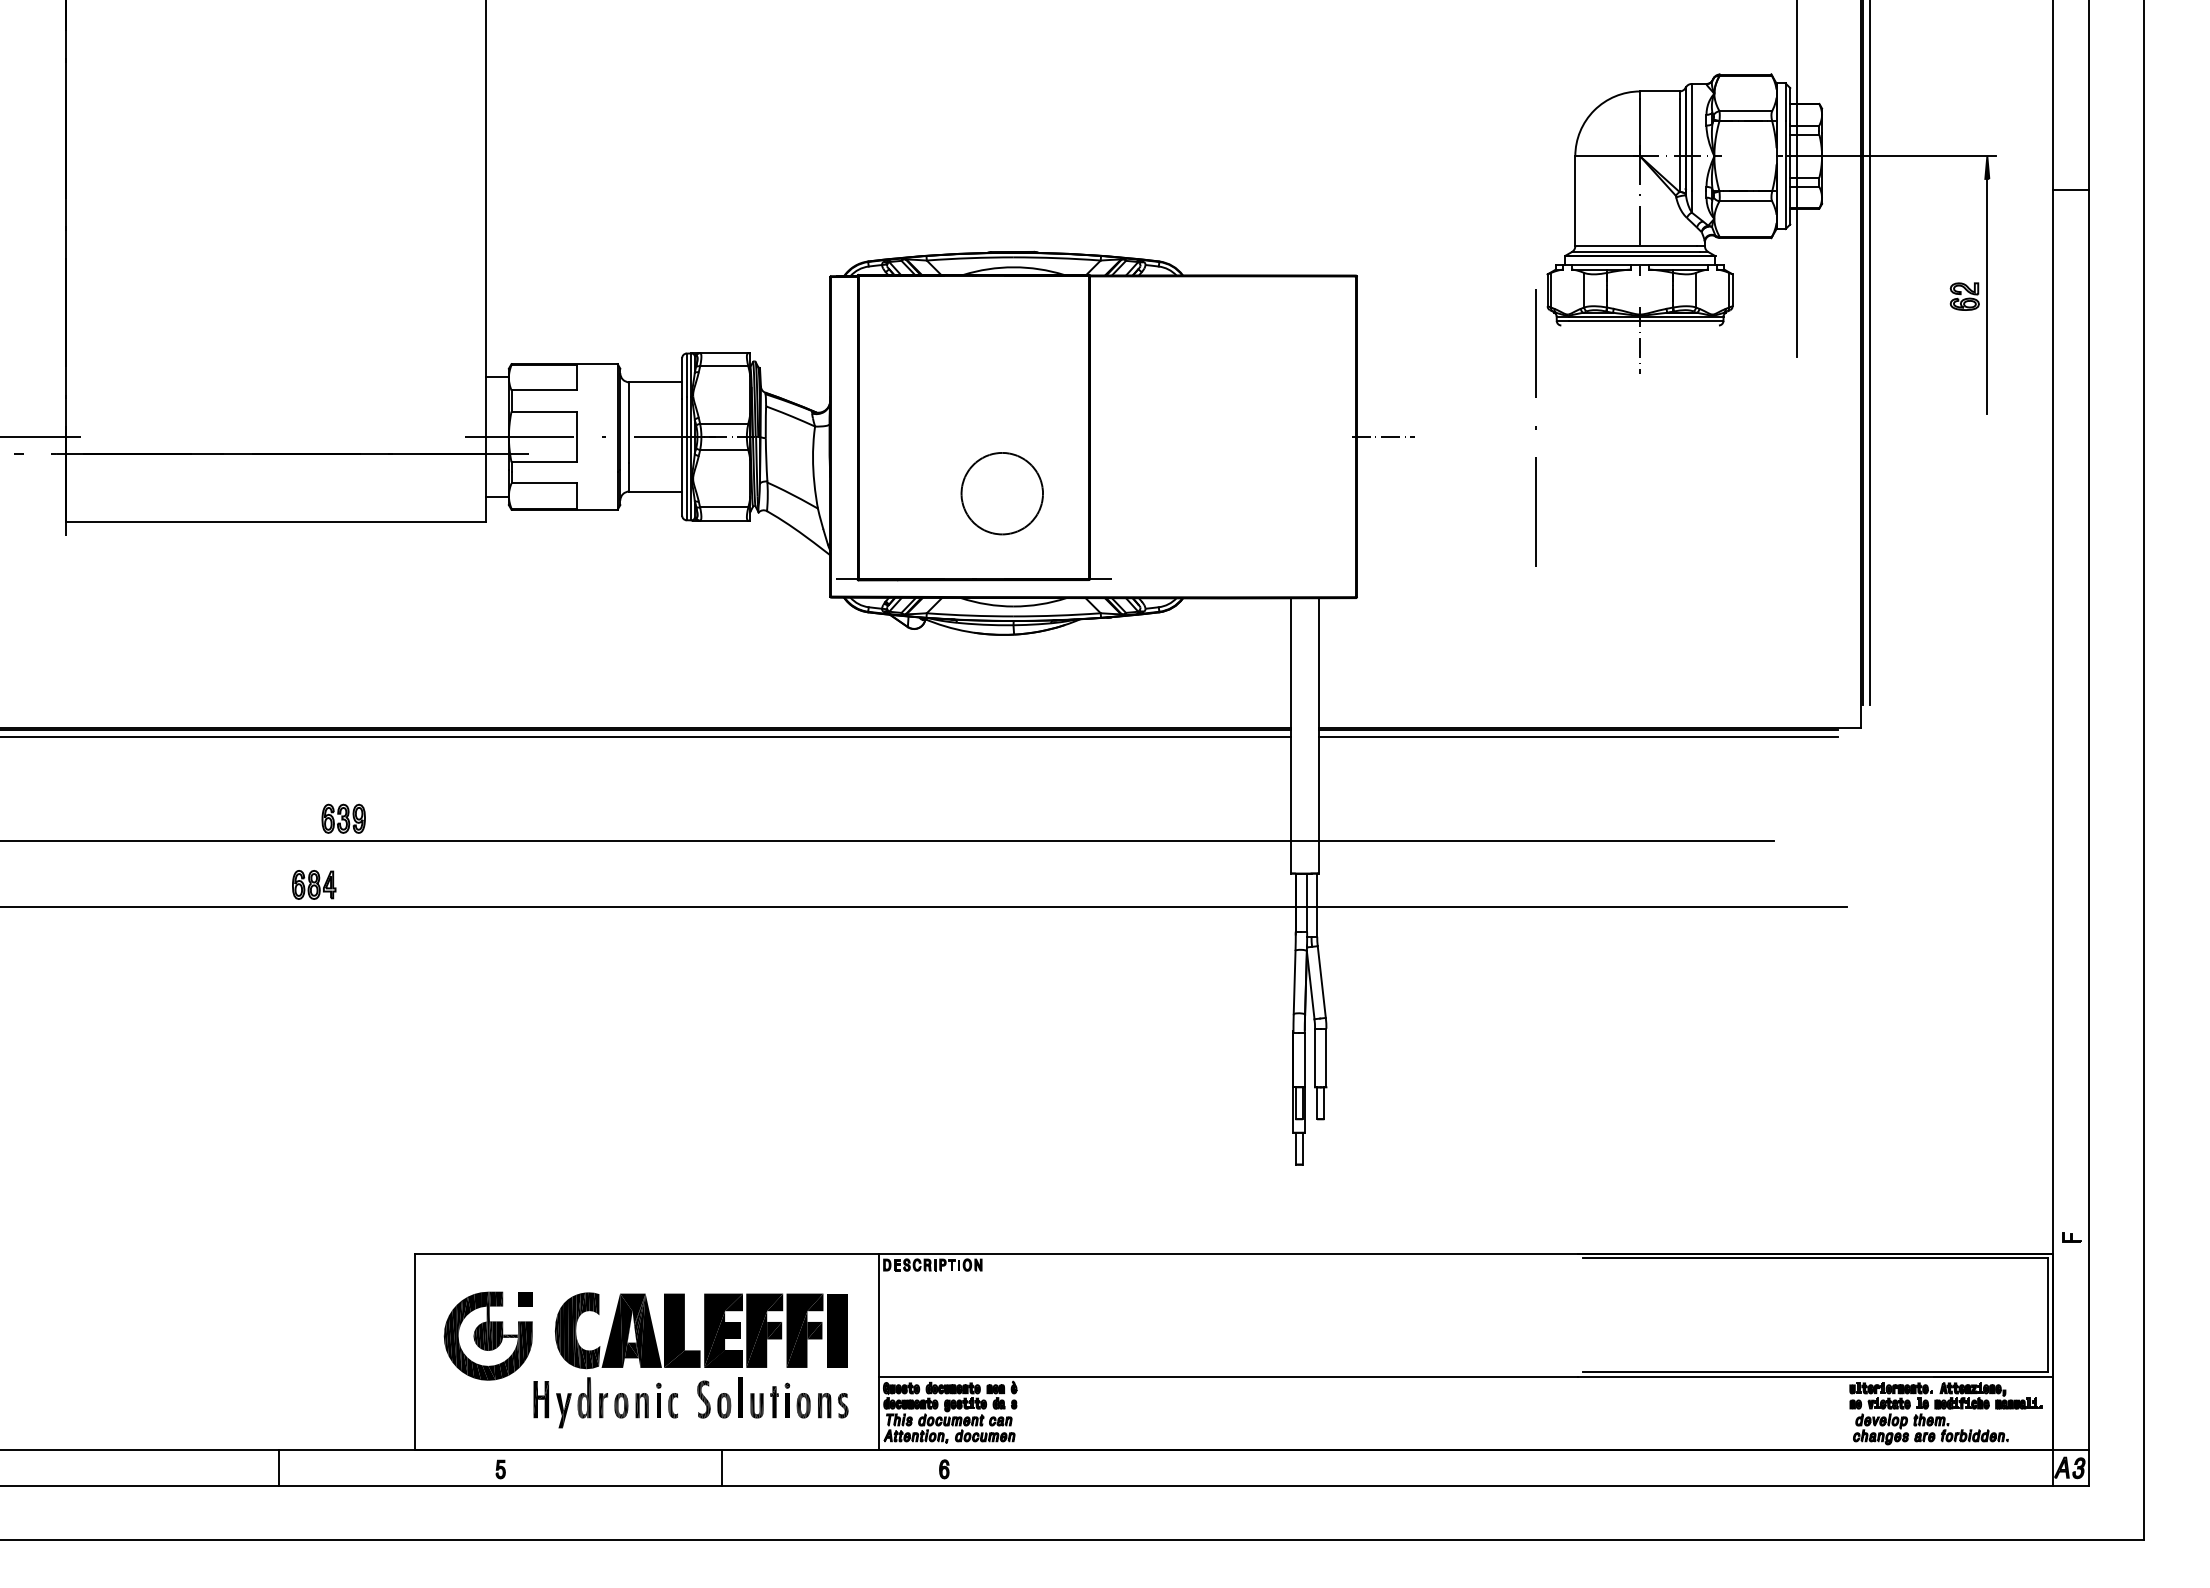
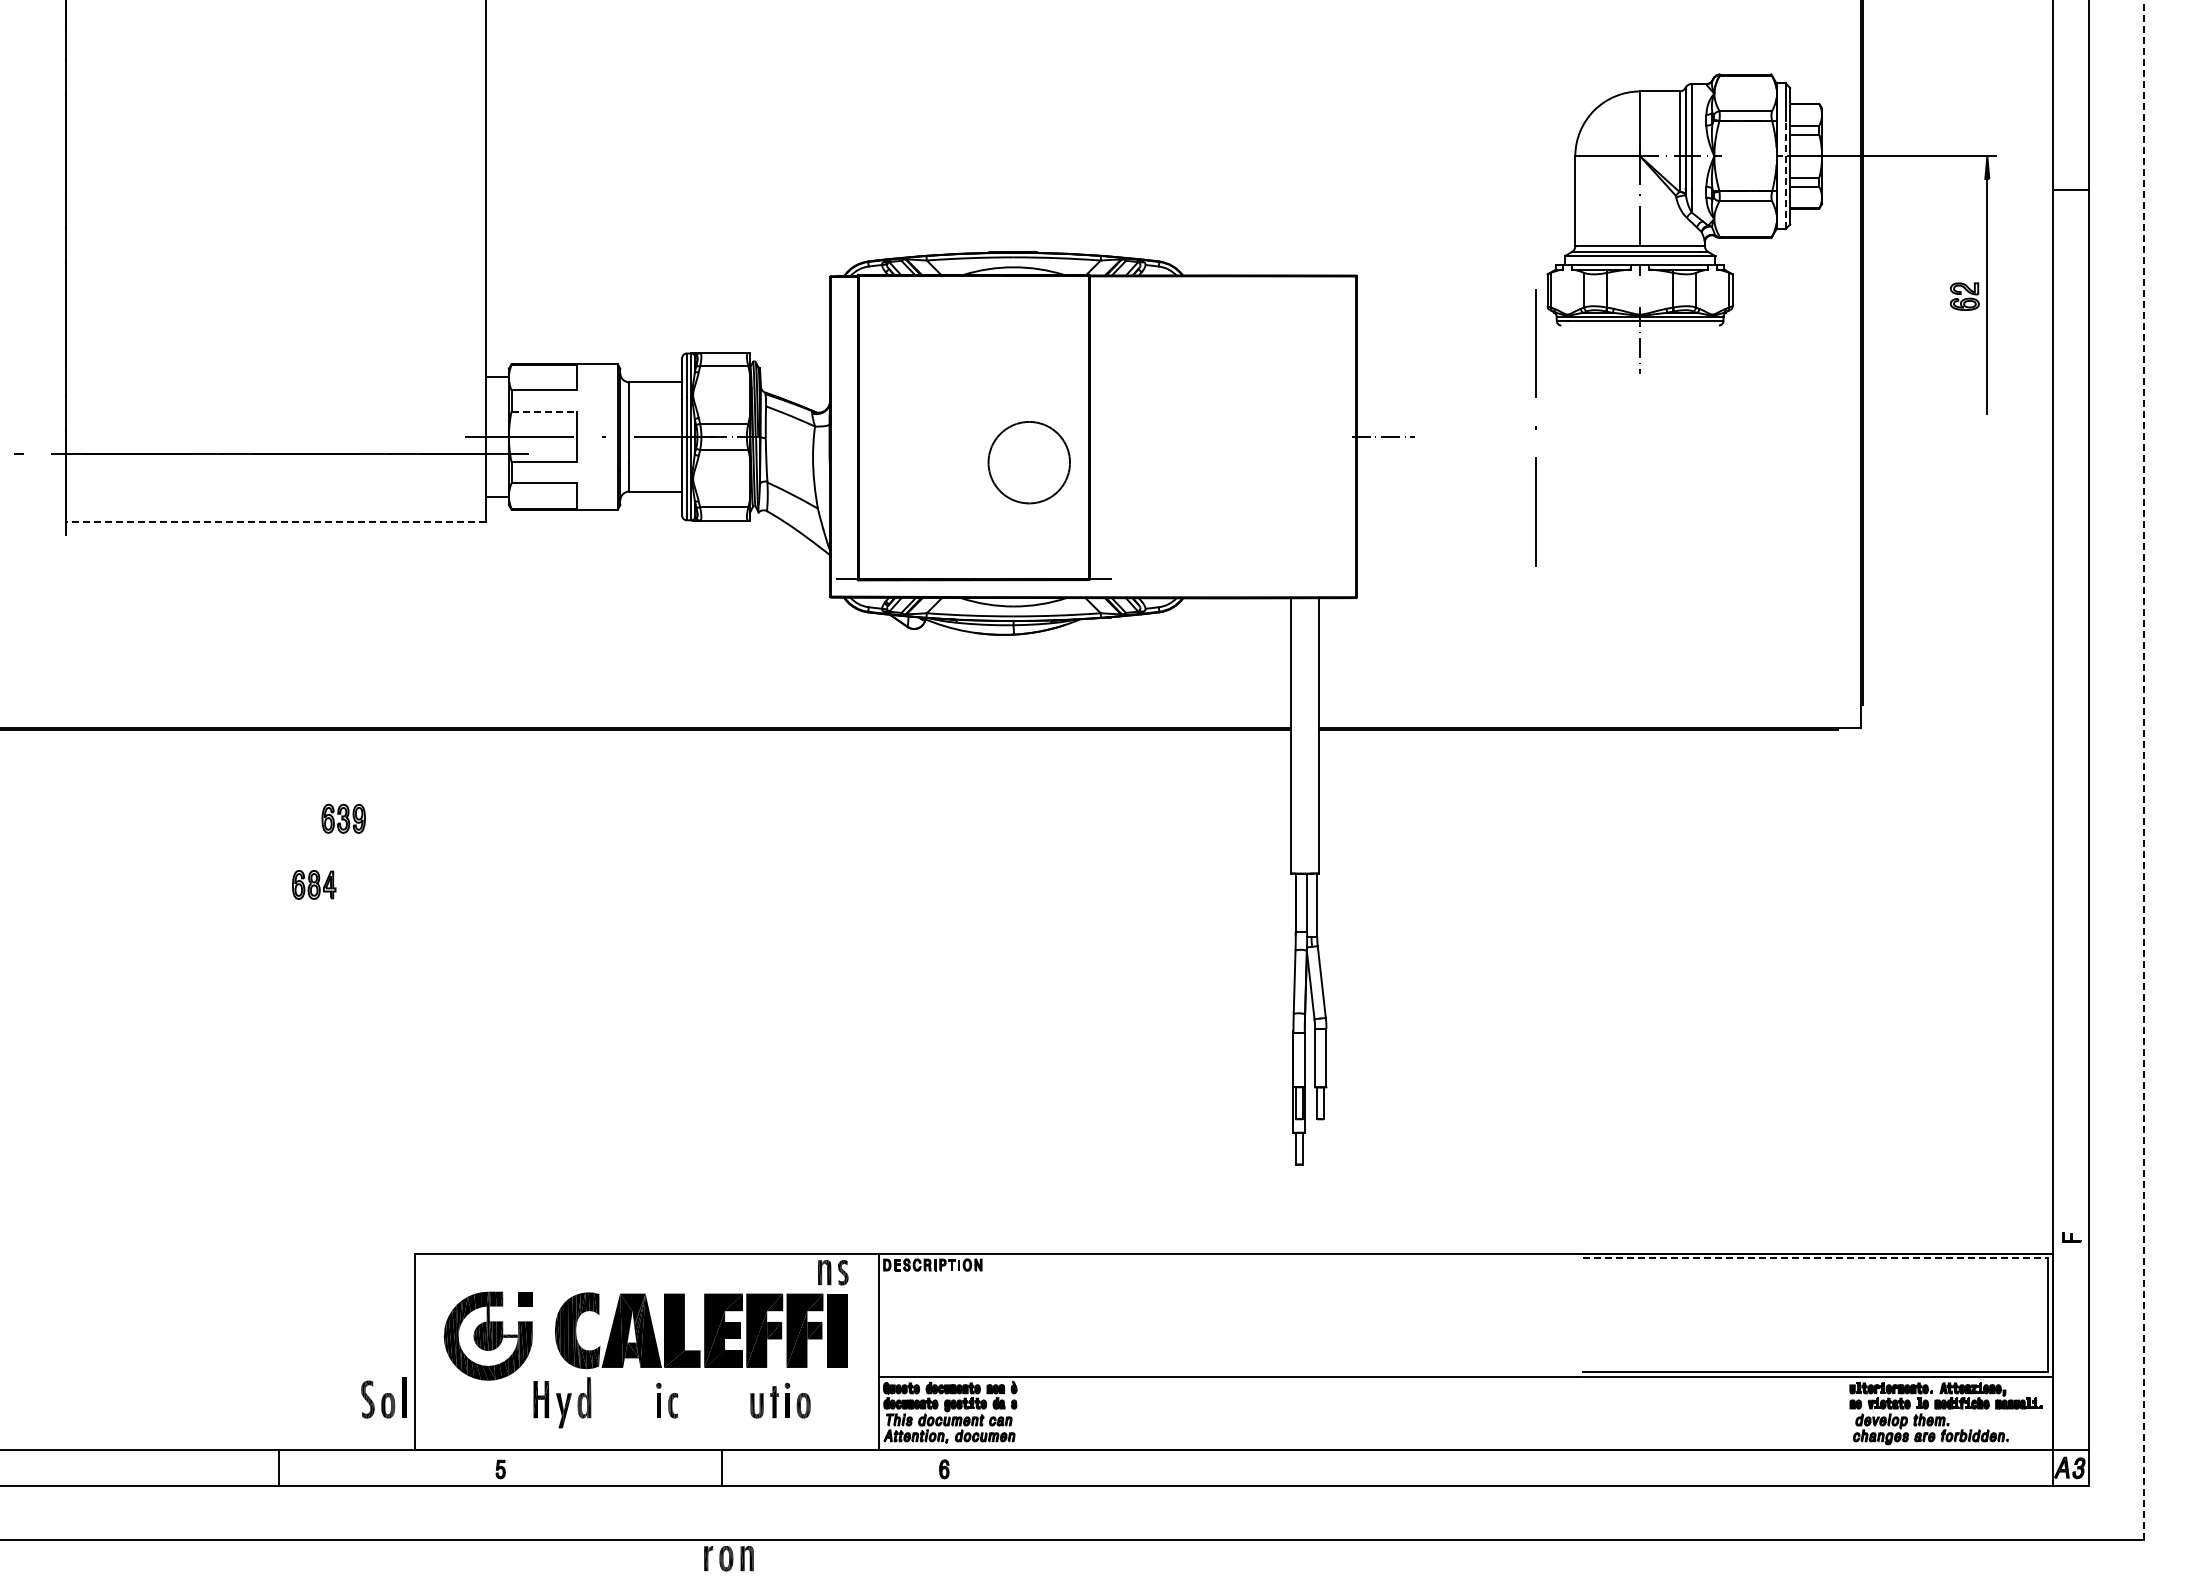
line at (1785, 175): solid -> dashed
line at (1797, 179): present -> none
line at (1869, 353): present -> none
line at (544, 411): solid -> dashed
line at (41, 436): present -> none
part at (1001, 493) position: (1001, 493) -> (1028, 462)
line at (276, 522): solid -> dashed
line at (646, 737): present -> none
line at (1578, 737): present -> none
line at (2143, 770): solid -> dashed
line at (888, 841): present -> none
line at (924, 907): present -> none
line at (1815, 1258): solid -> dashed
part at (719, 1397) position: (719, 1397) -> (383, 1397)
part at (623, 1405) position: (623, 1405) -> (728, 1558)
part at (833, 1405) position: (833, 1405) -> (833, 1272)
